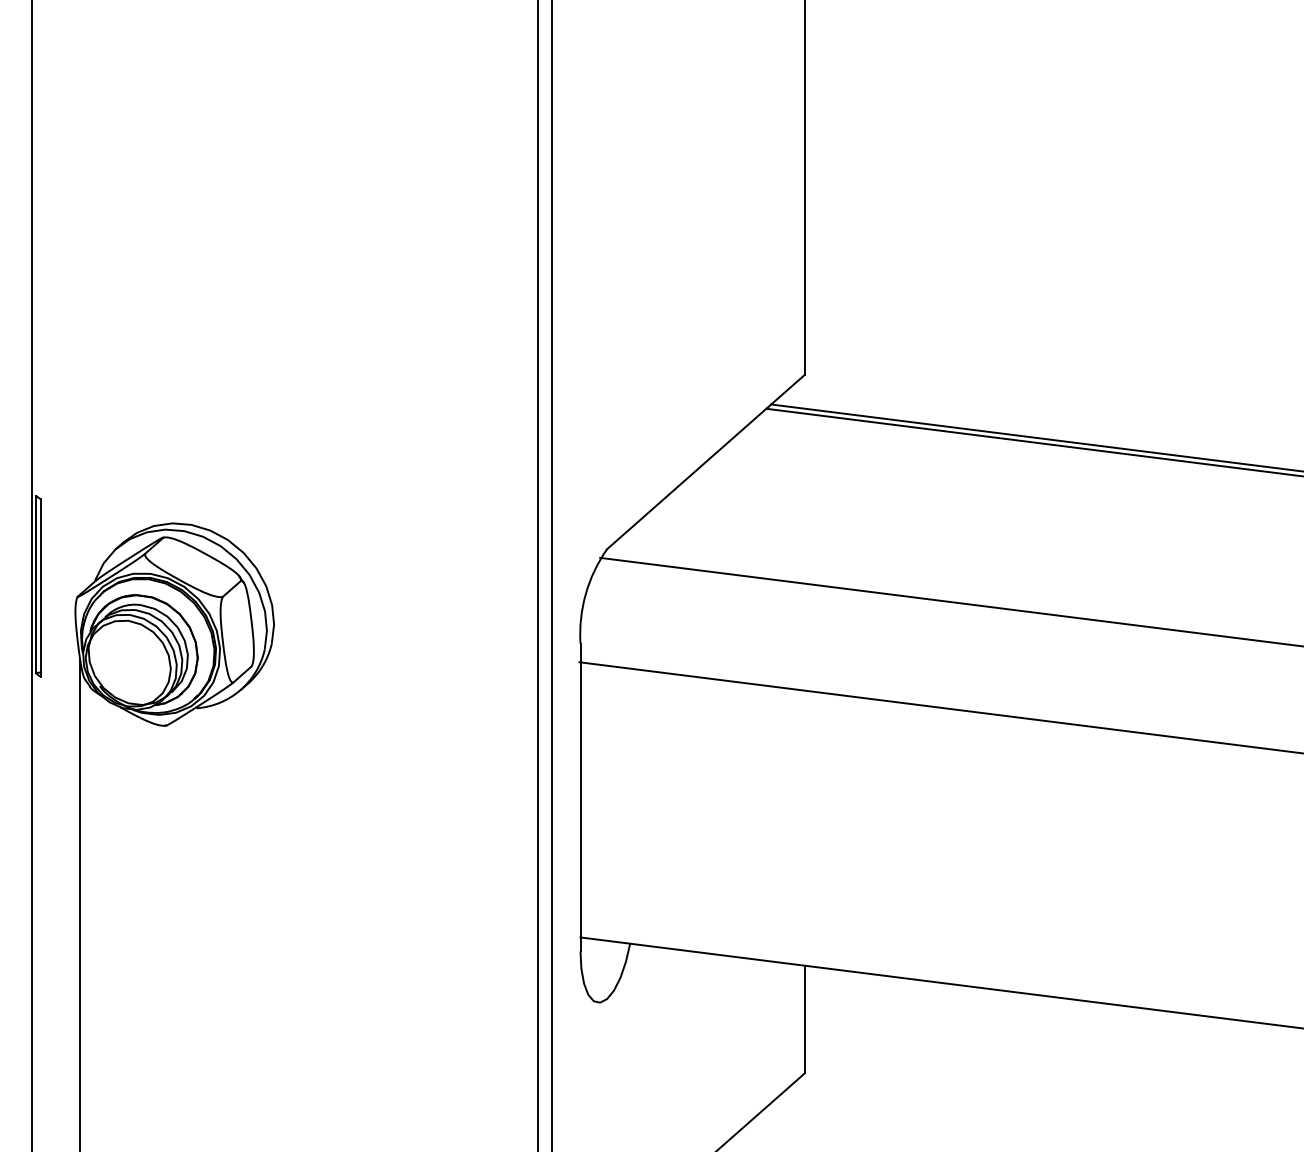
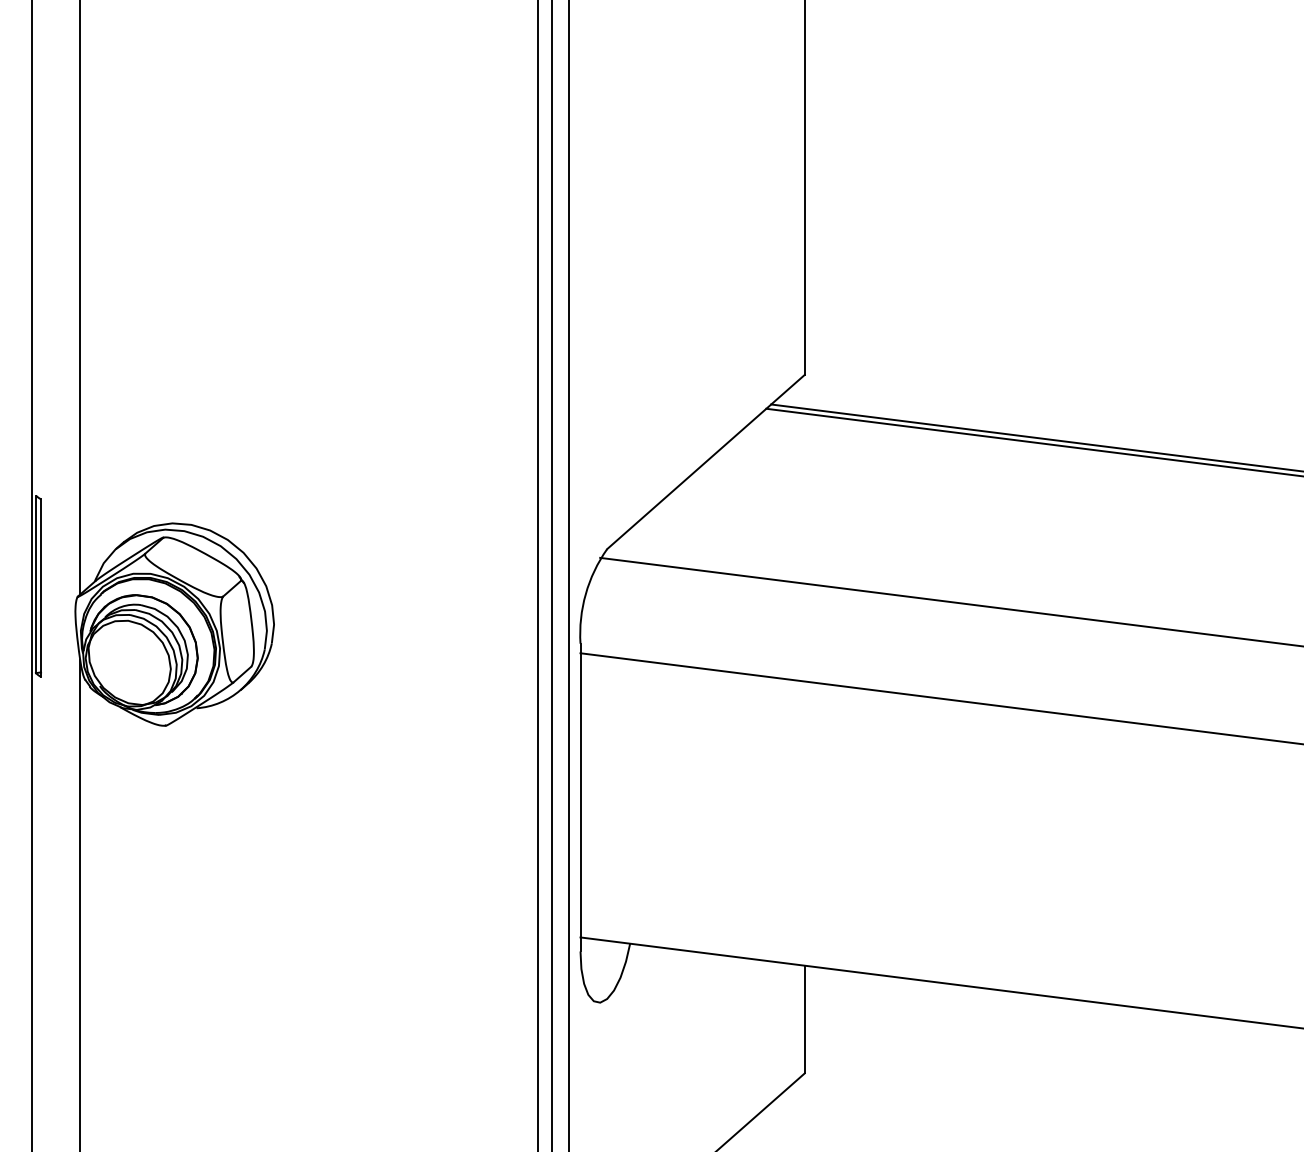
line at (80, 298): none -> present
line at (569, 575): none -> present
line at (939, 707) position: (939, 707) -> (940, 698)
